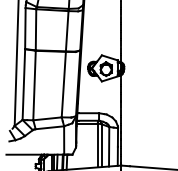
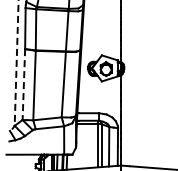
line at (16, 63): solid -> dashed
line at (23, 85): solid -> dashed
